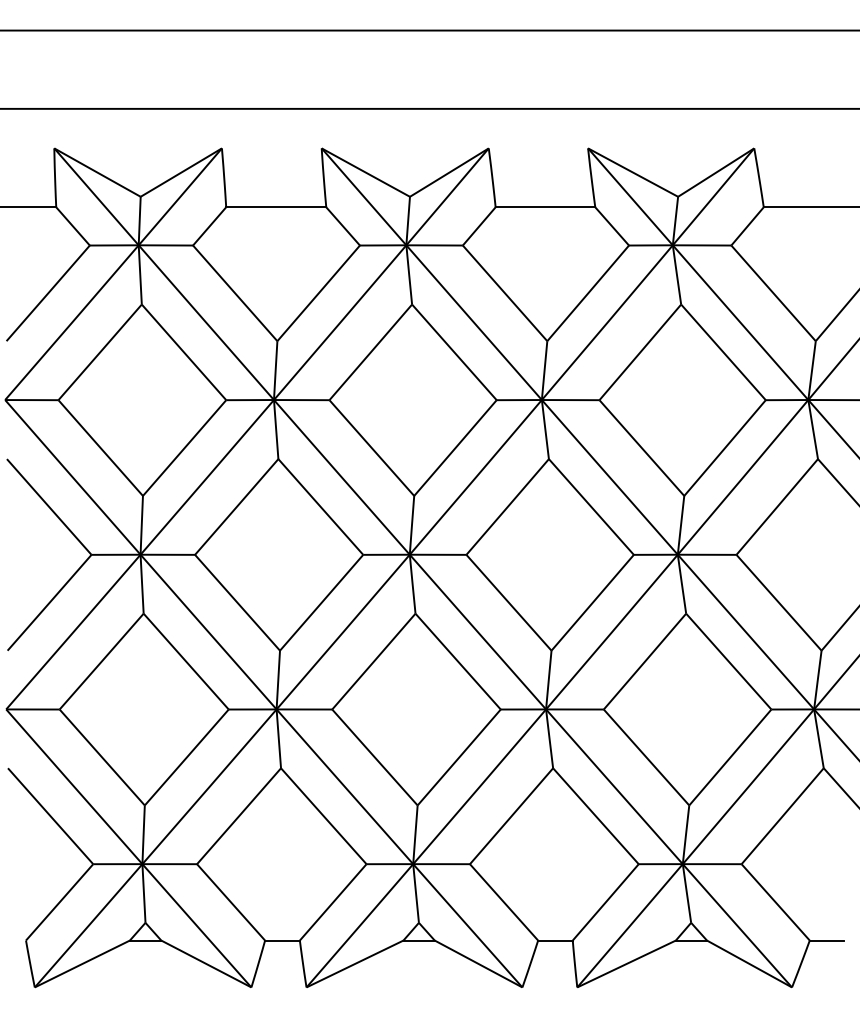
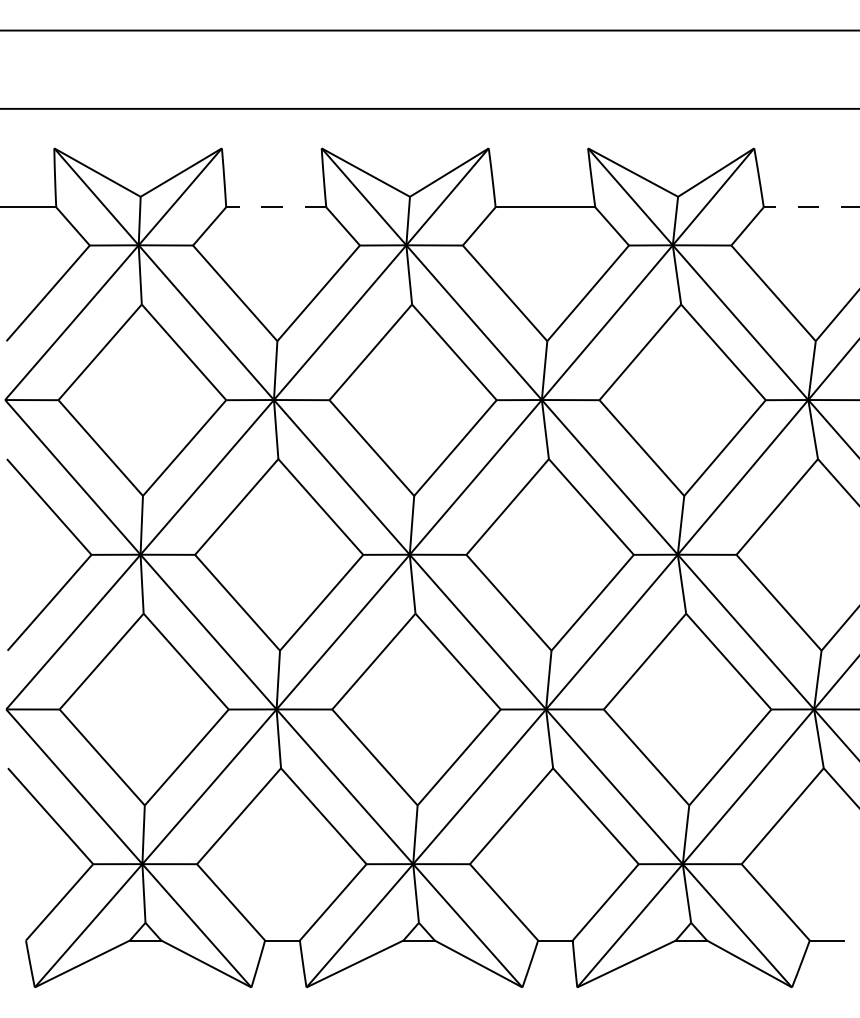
line at (275, 207): solid -> dashed
line at (811, 207): solid -> dashed
